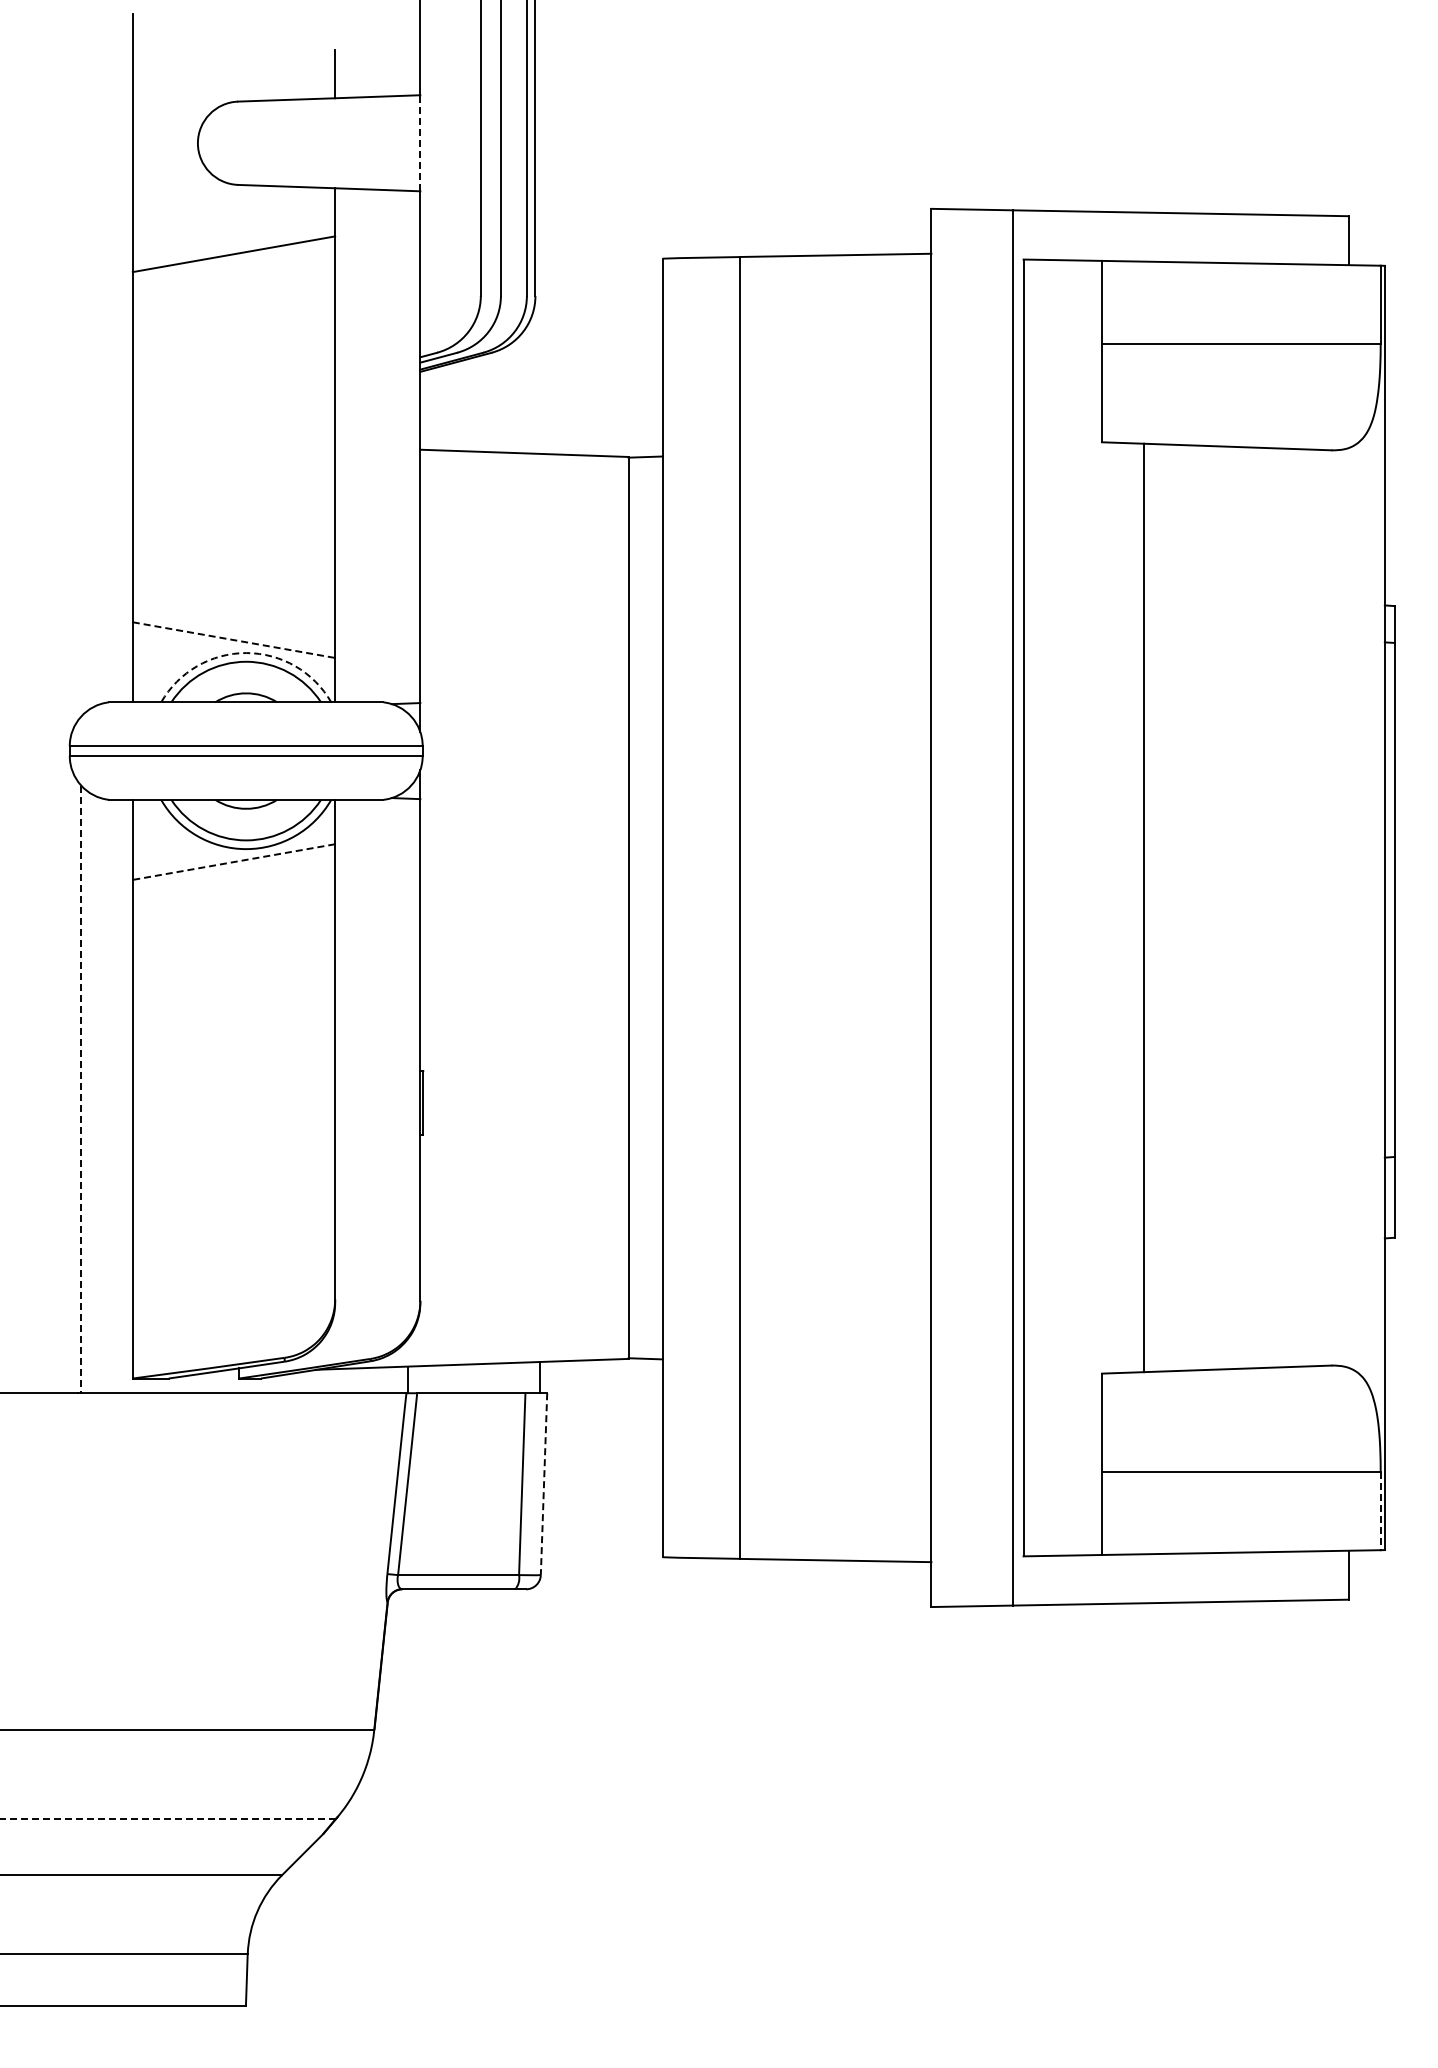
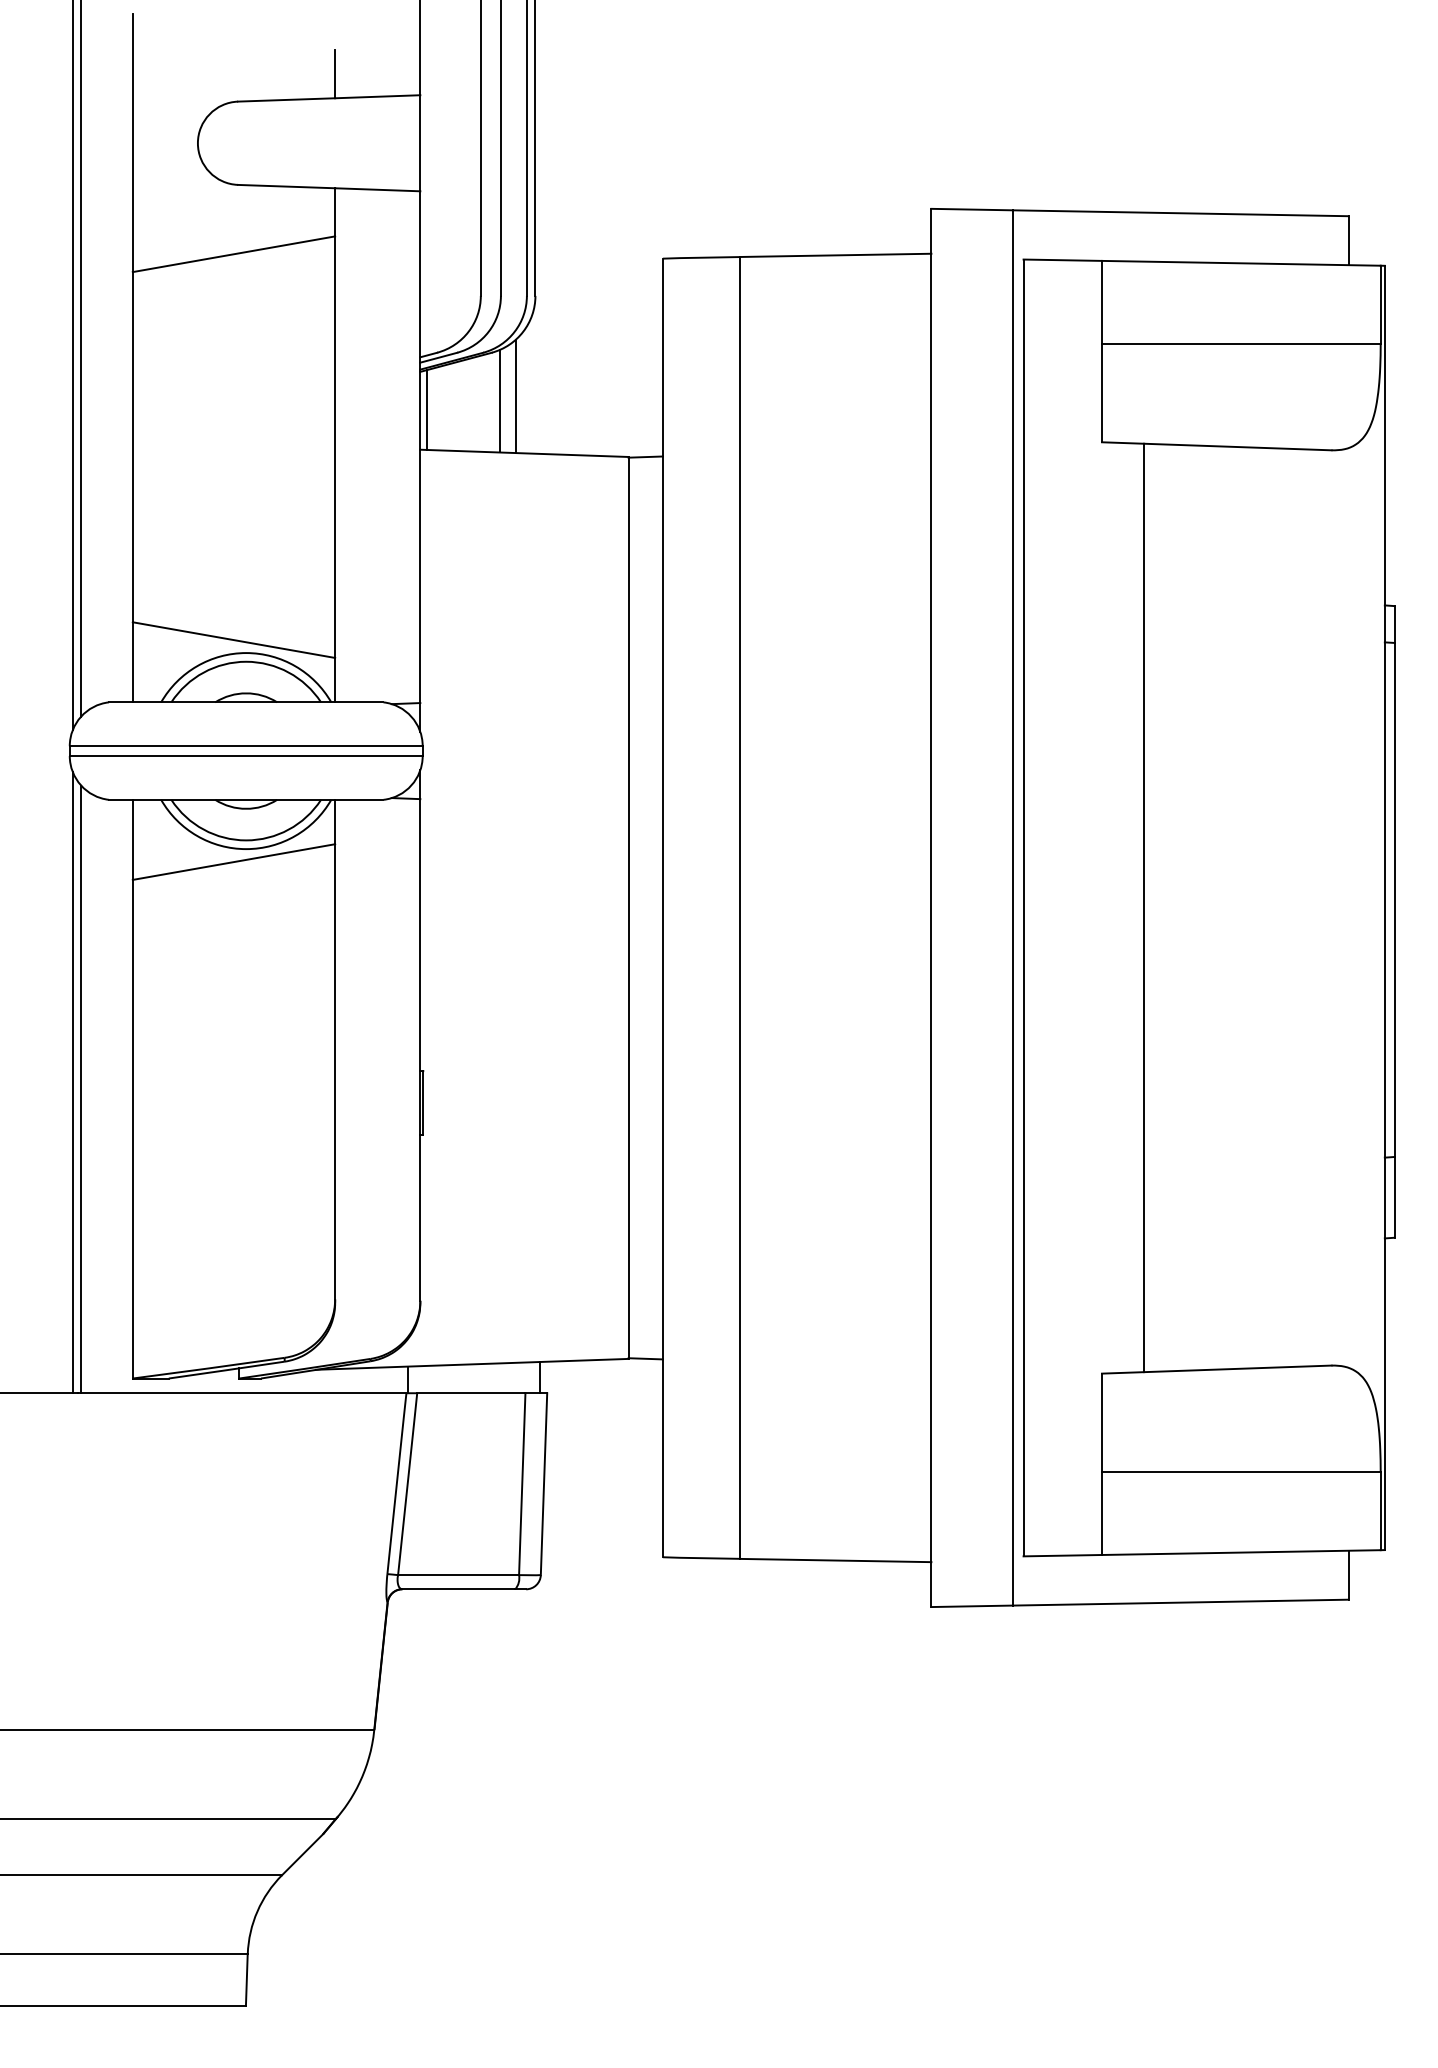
line at (420, 142): dashed -> solid
line at (81, 359): none -> present
line at (72, 366): none -> present
line at (516, 396): none -> present
line at (499, 400): none -> present
line at (426, 409): none -> present
line at (233, 640): dashed -> solid
arc at (246, 653): dashed -> solid
line at (233, 862): dashed -> solid
line at (72, 1082): none -> present
line at (81, 1089): dashed -> solid
line at (544, 1484): dashed -> solid
line at (1380, 1511): dashed -> solid
line at (168, 1818): dashed -> solid
